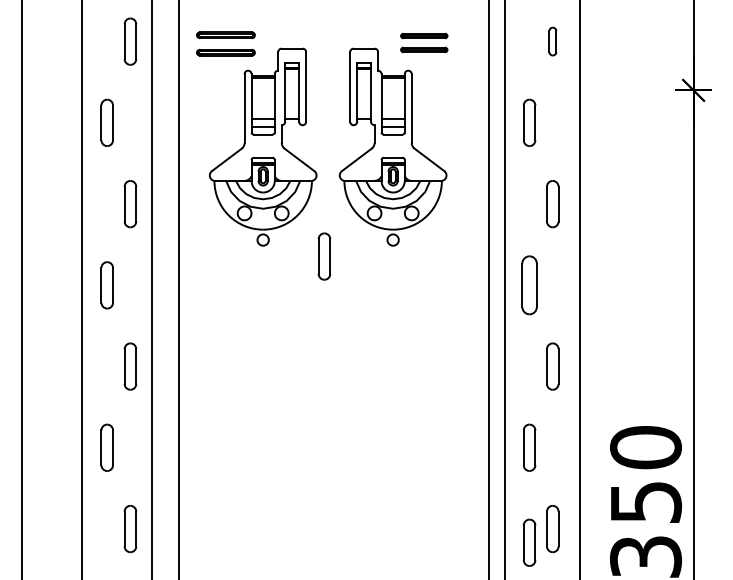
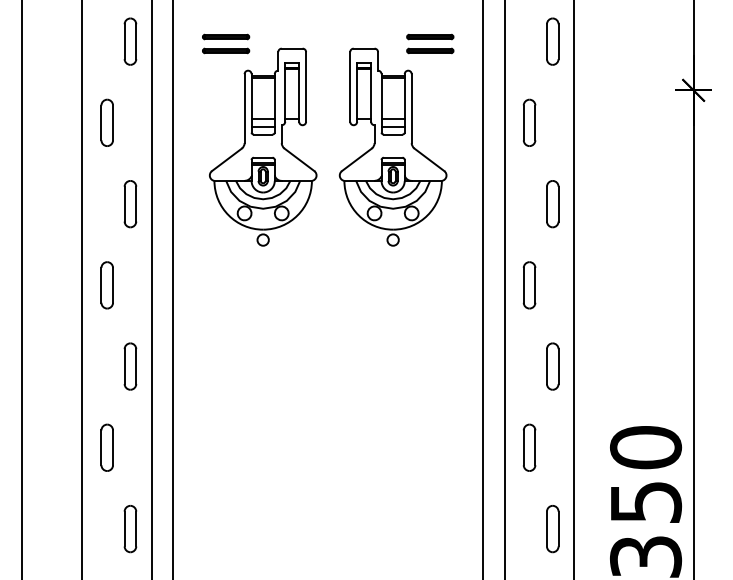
part at (552, 41) size: 10x31 px -> 14x49 px
part at (424, 42) position: (424, 42) -> (430, 43)
part at (225, 43) size: 60x26 px -> 49x22 px
part at (324, 256): present -> none
part at (529, 285) size: 17x61 px -> 15x49 px
line at (179, 289) position: (179, 289) -> (173, 289)
line at (489, 289) position: (489, 289) -> (483, 289)
line at (580, 289) position: (580, 289) -> (574, 289)
part at (529, 542): present -> none
